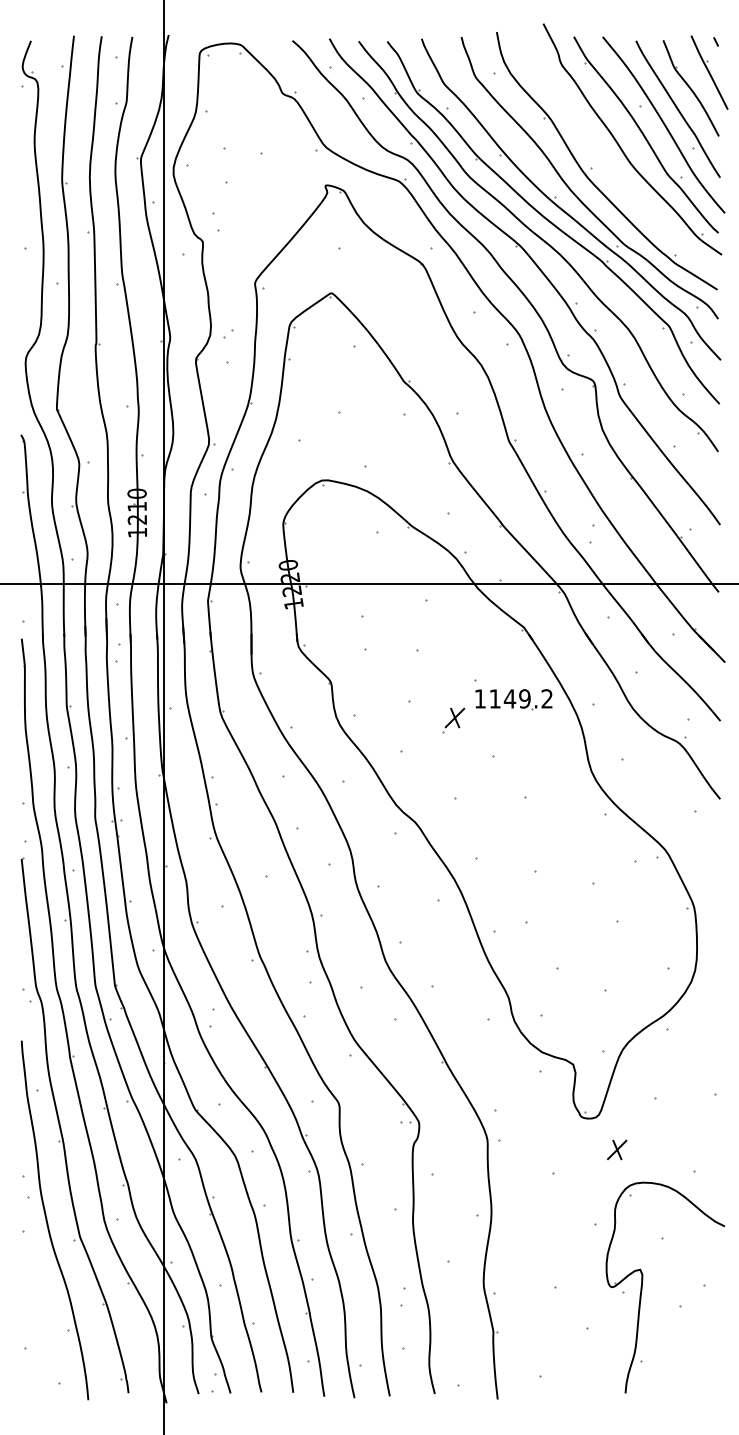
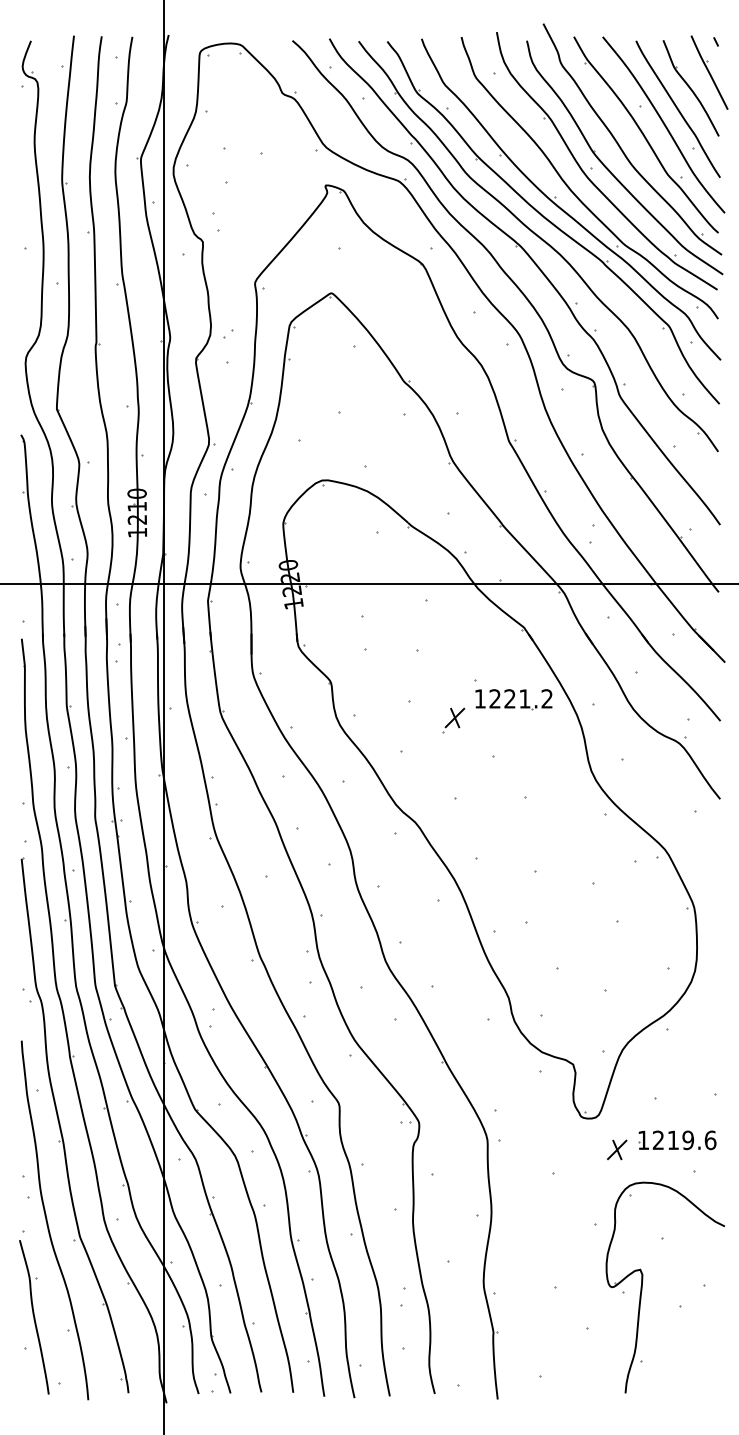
part at (610, 170): none -> present
text at (509, 698): 1149.2 -> 1221.2
part at (677, 1140): none -> present
part at (34, 1317): none -> present
